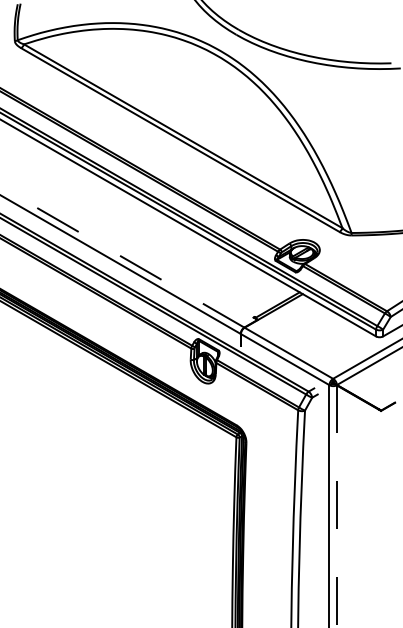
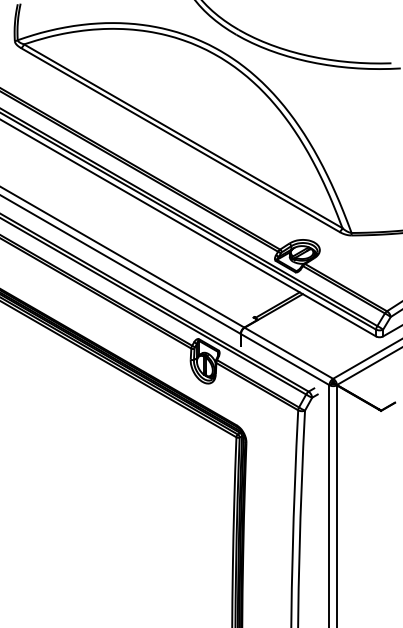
line at (122, 257): dashed -> solid
line at (336, 506): dashed -> solid
